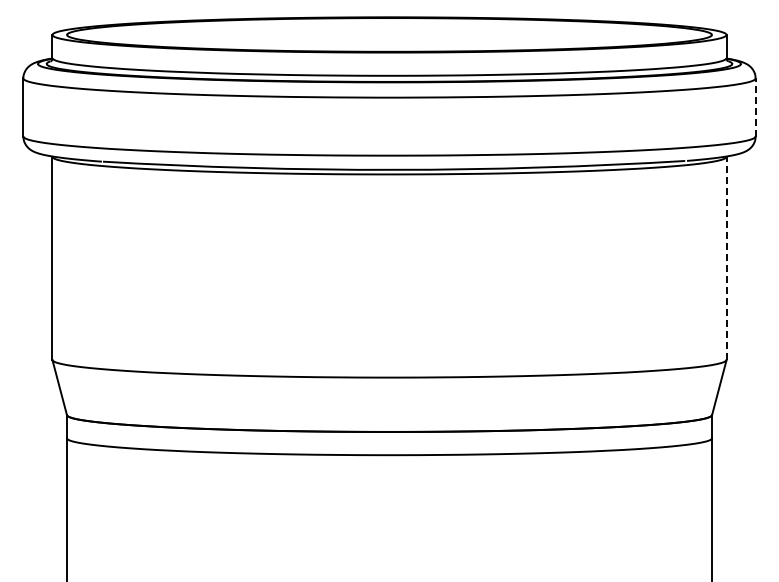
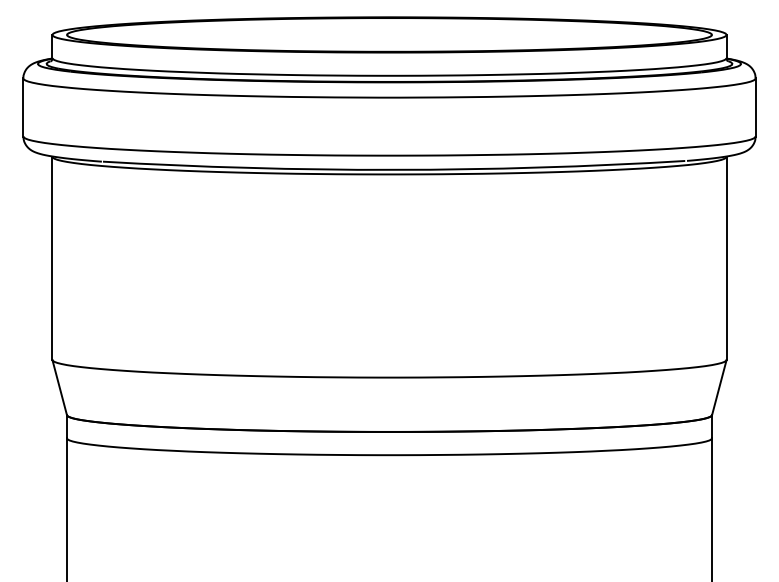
line at (755, 107): dashed -> solid
line at (726, 258): dashed -> solid
